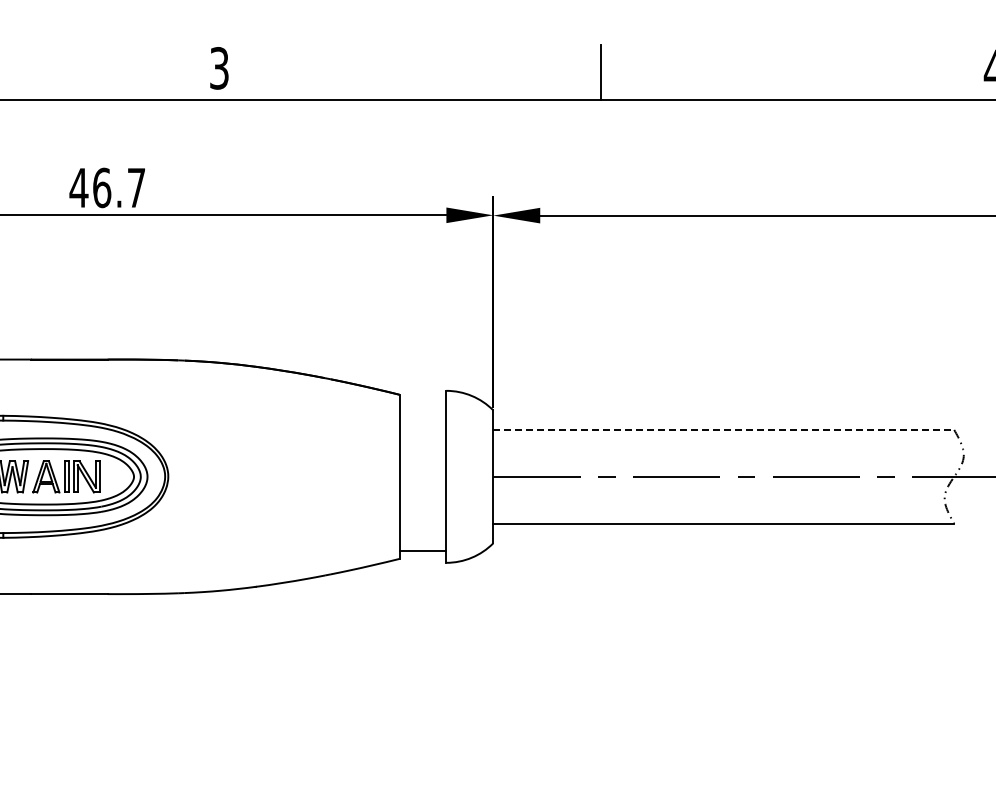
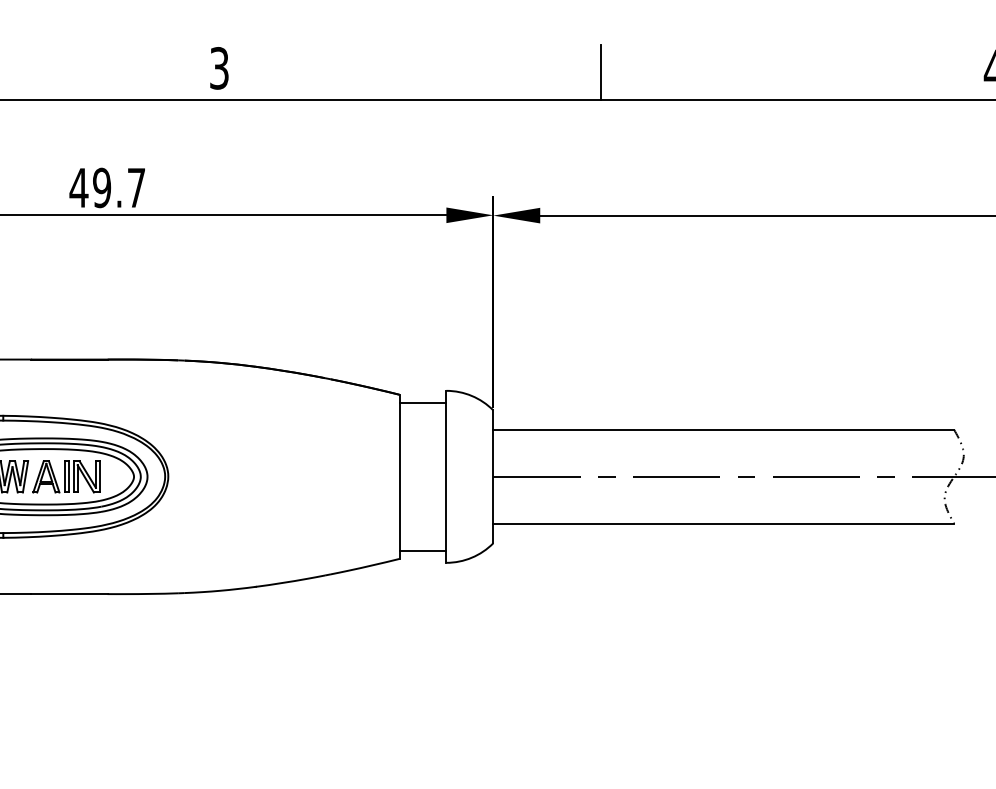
text at (102, 187): 46.7 -> 49.7
line at (422, 402): none -> present
line at (724, 429): dashed -> solid
